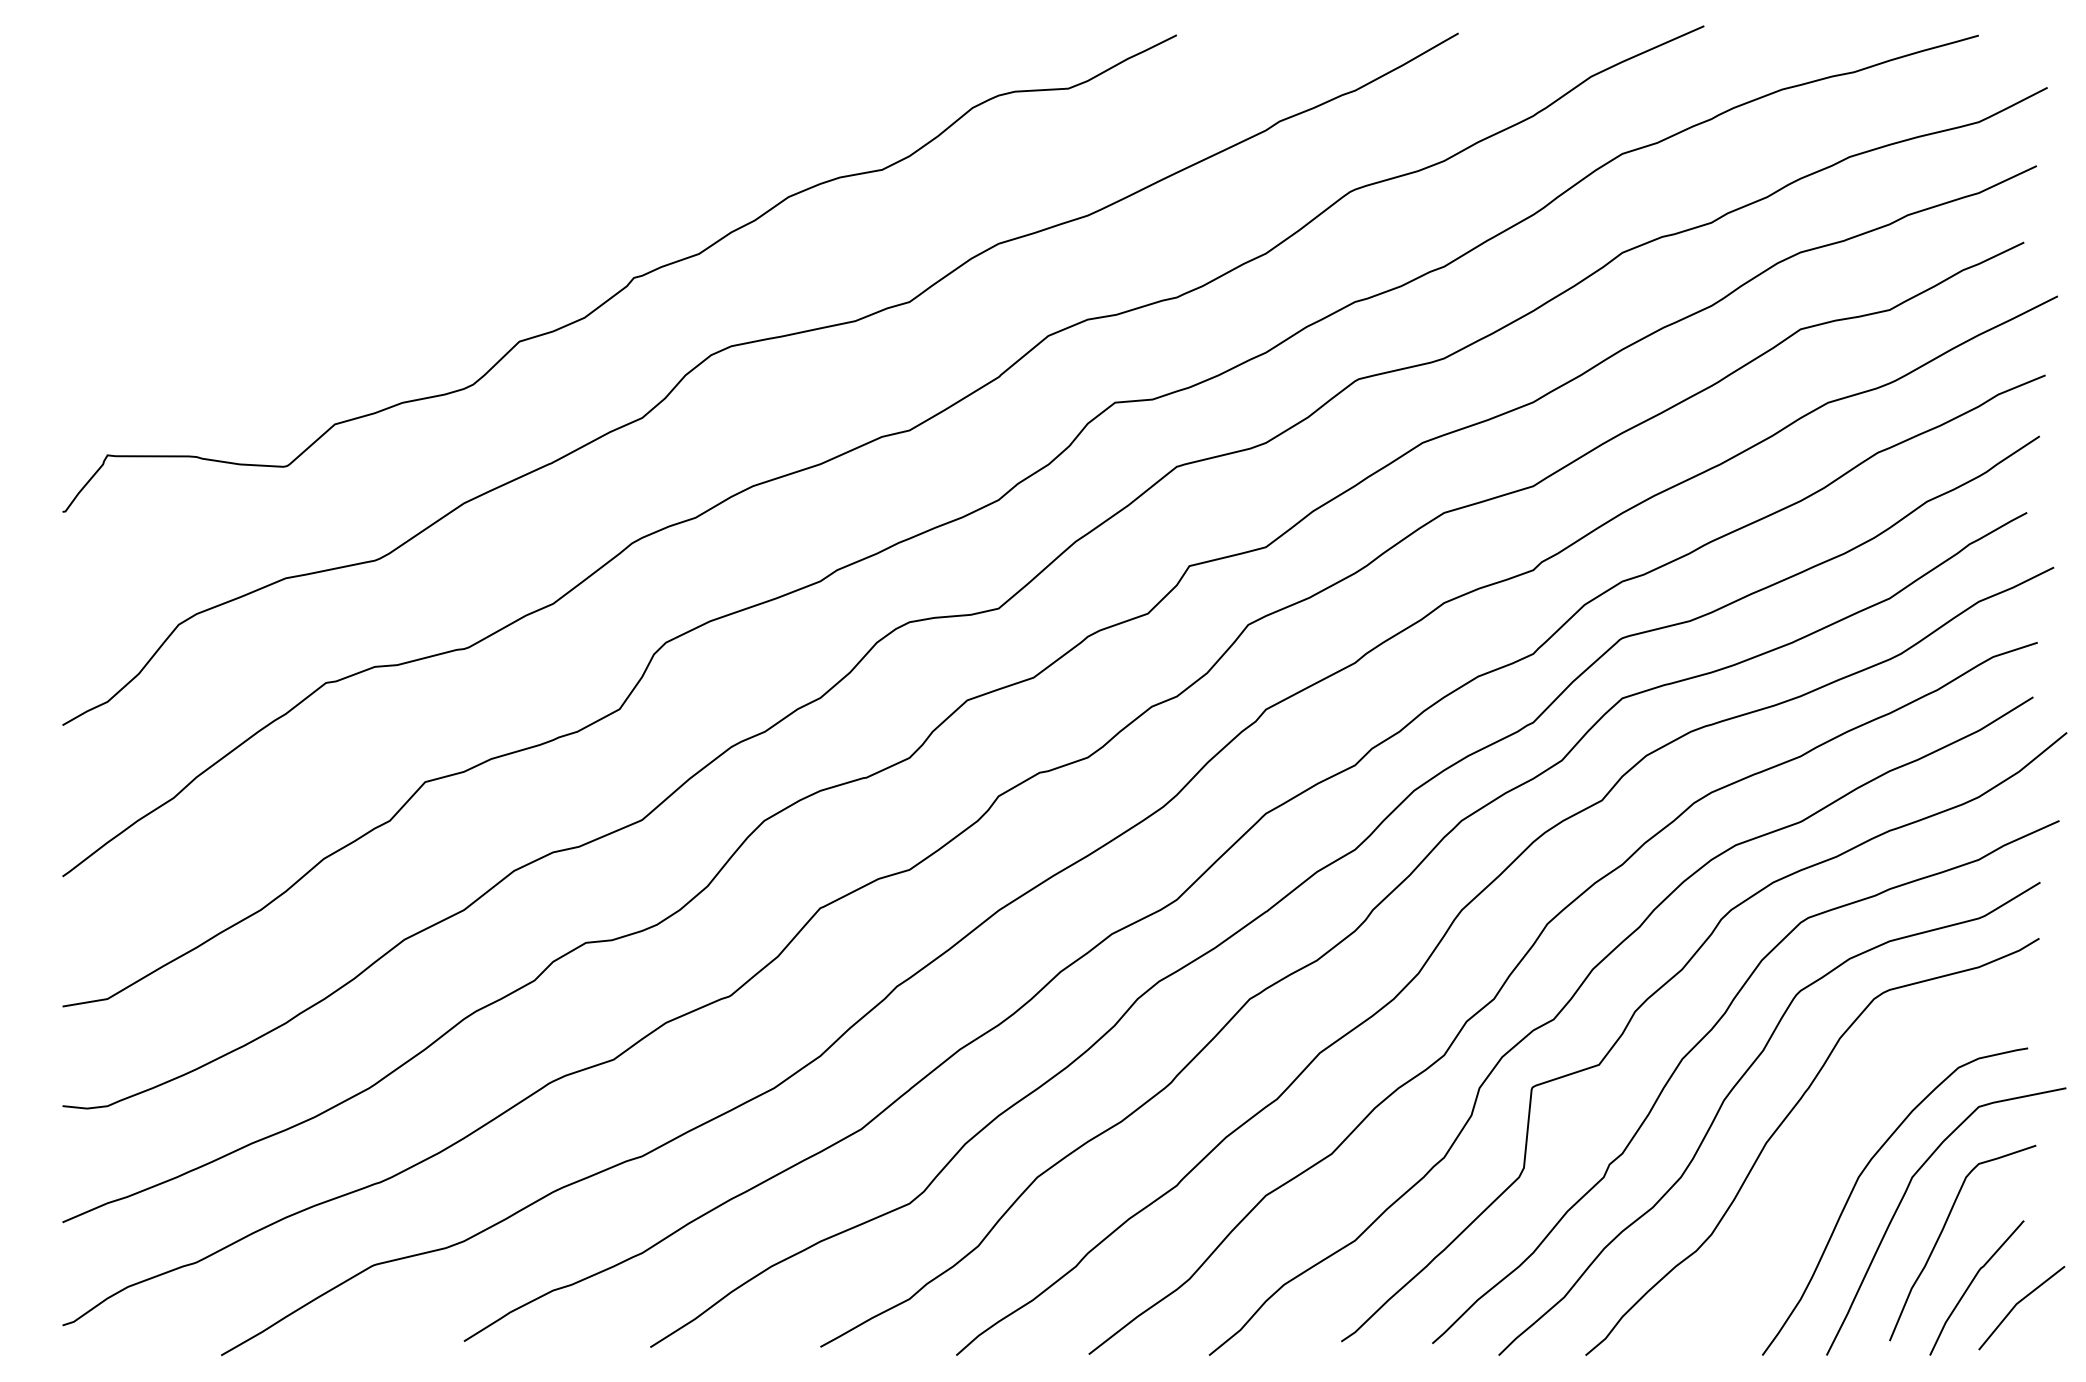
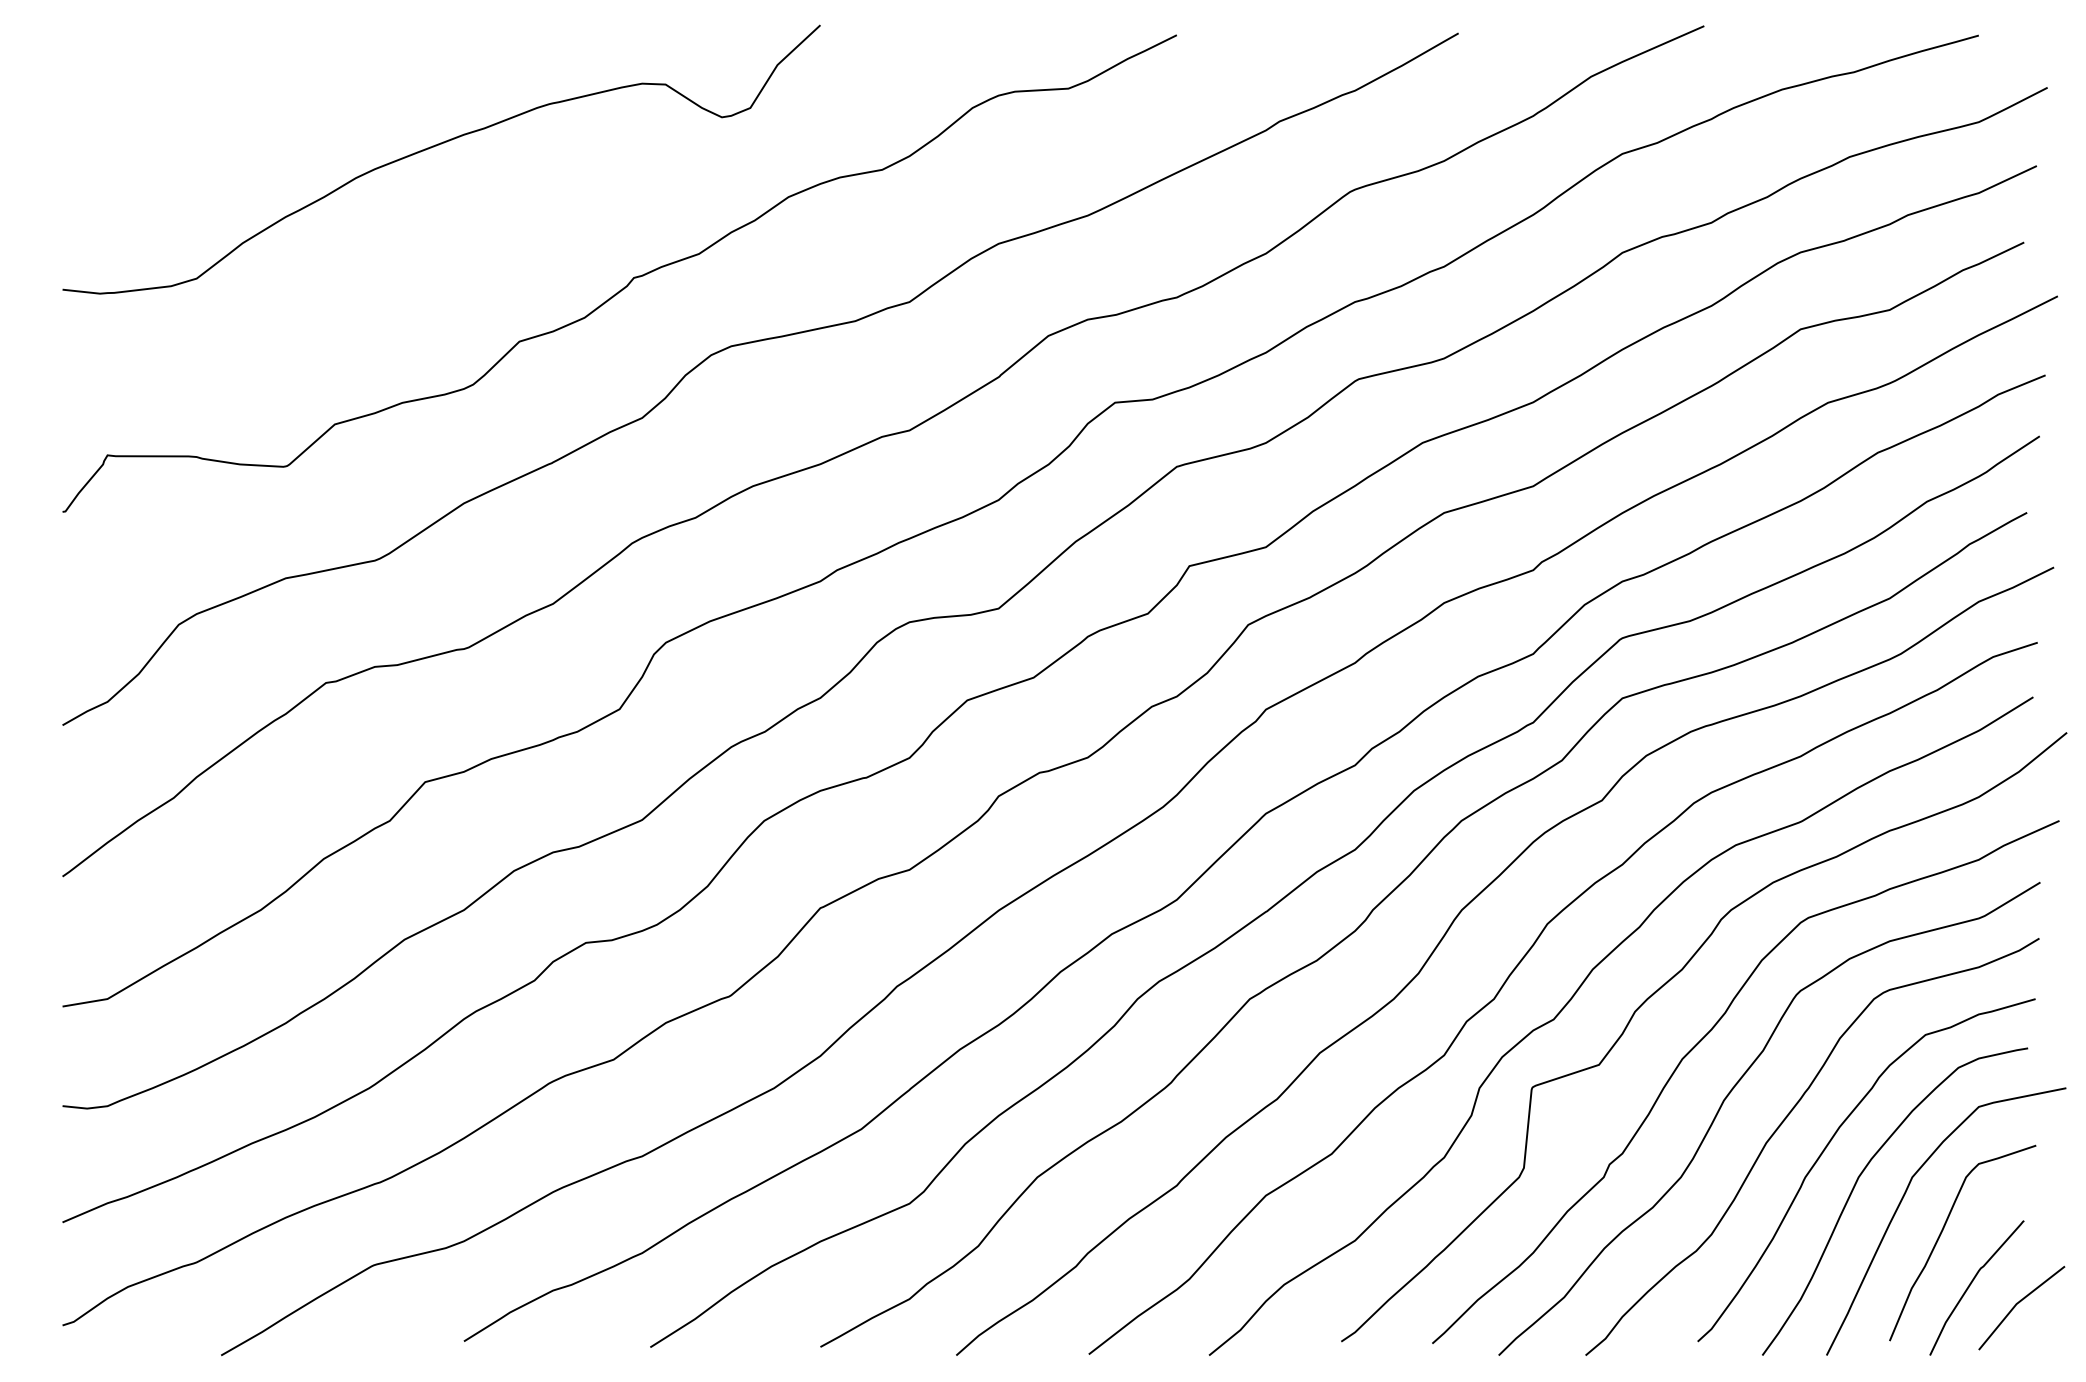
curve at (436, 146): none -> present
curve at (1828, 1145): none -> present
